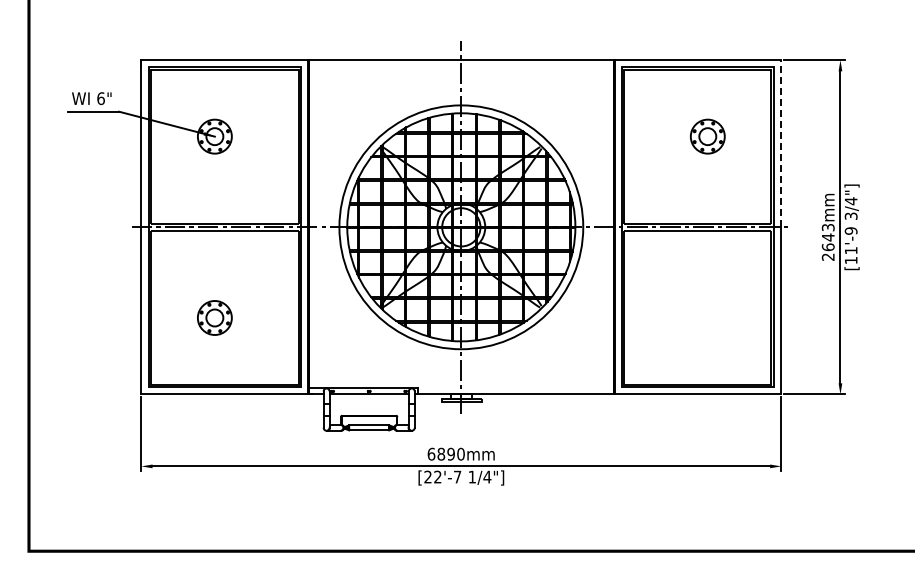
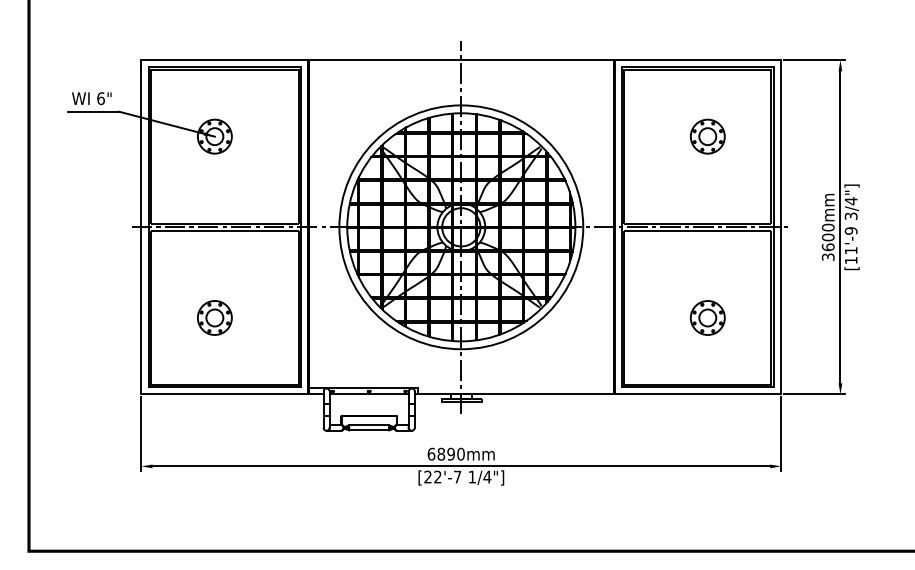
line at (781, 143): dashed -> solid
text at (827, 241): 2643mm -> 3600mm
part at (707, 317): none -> present
